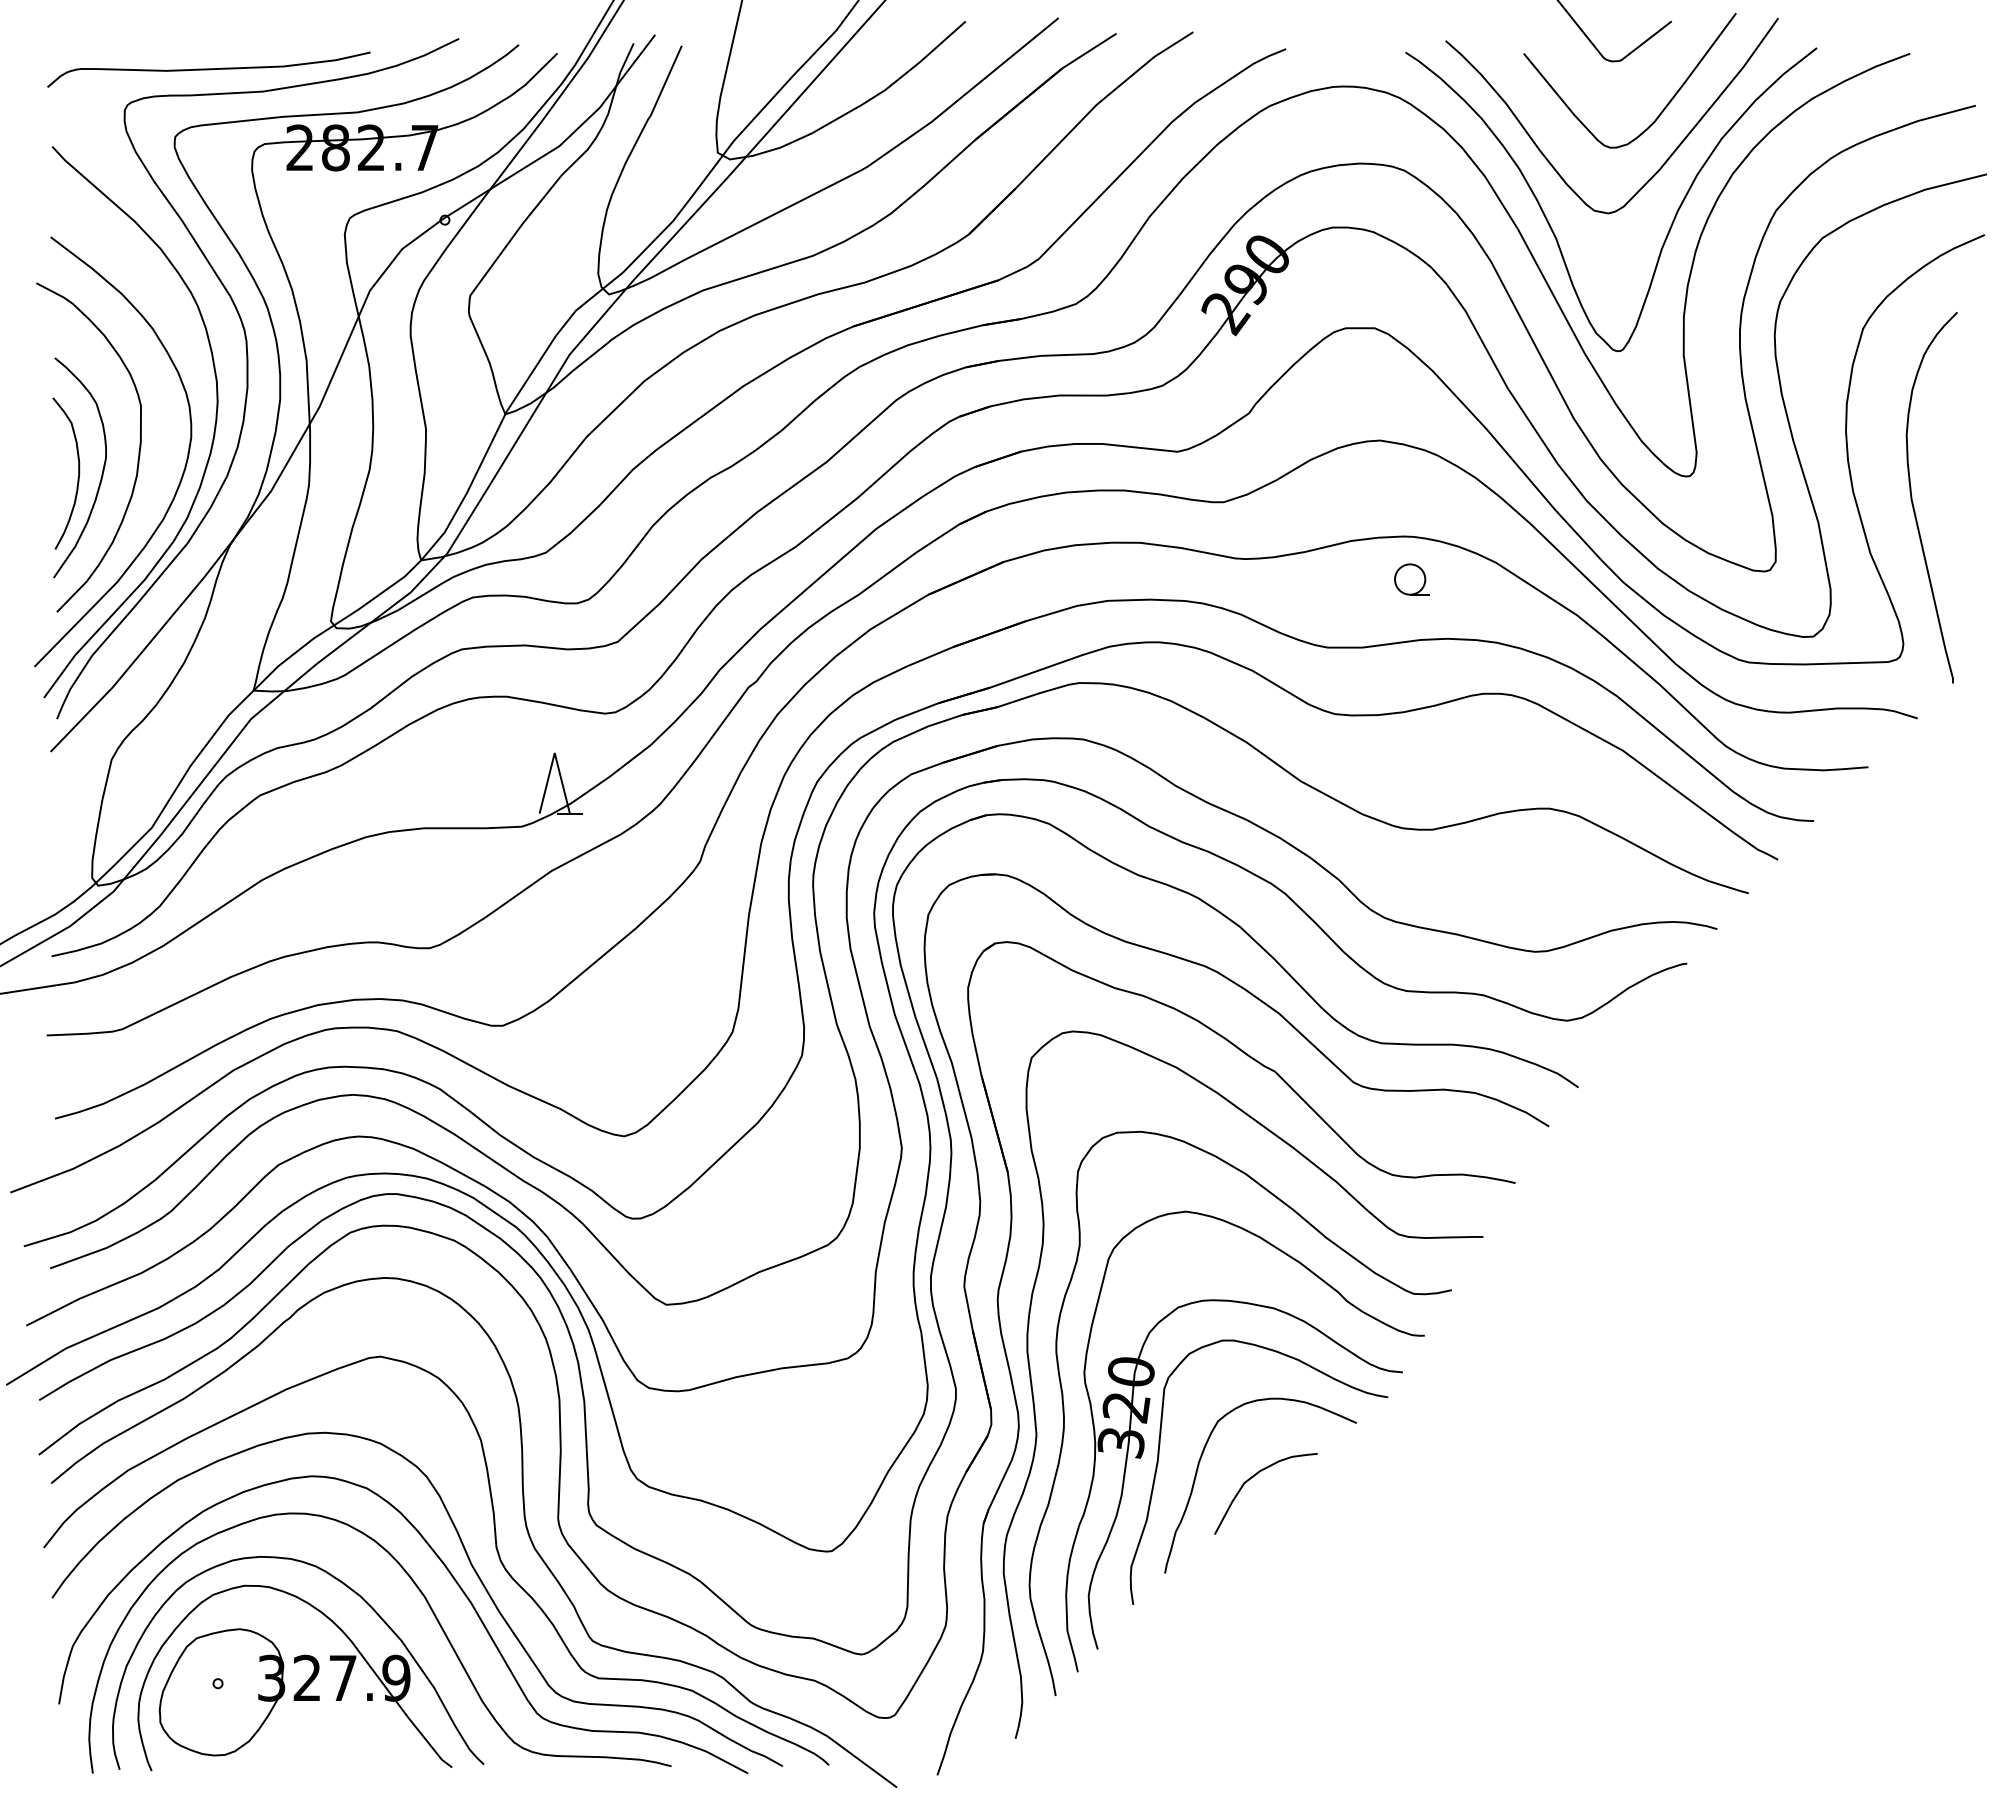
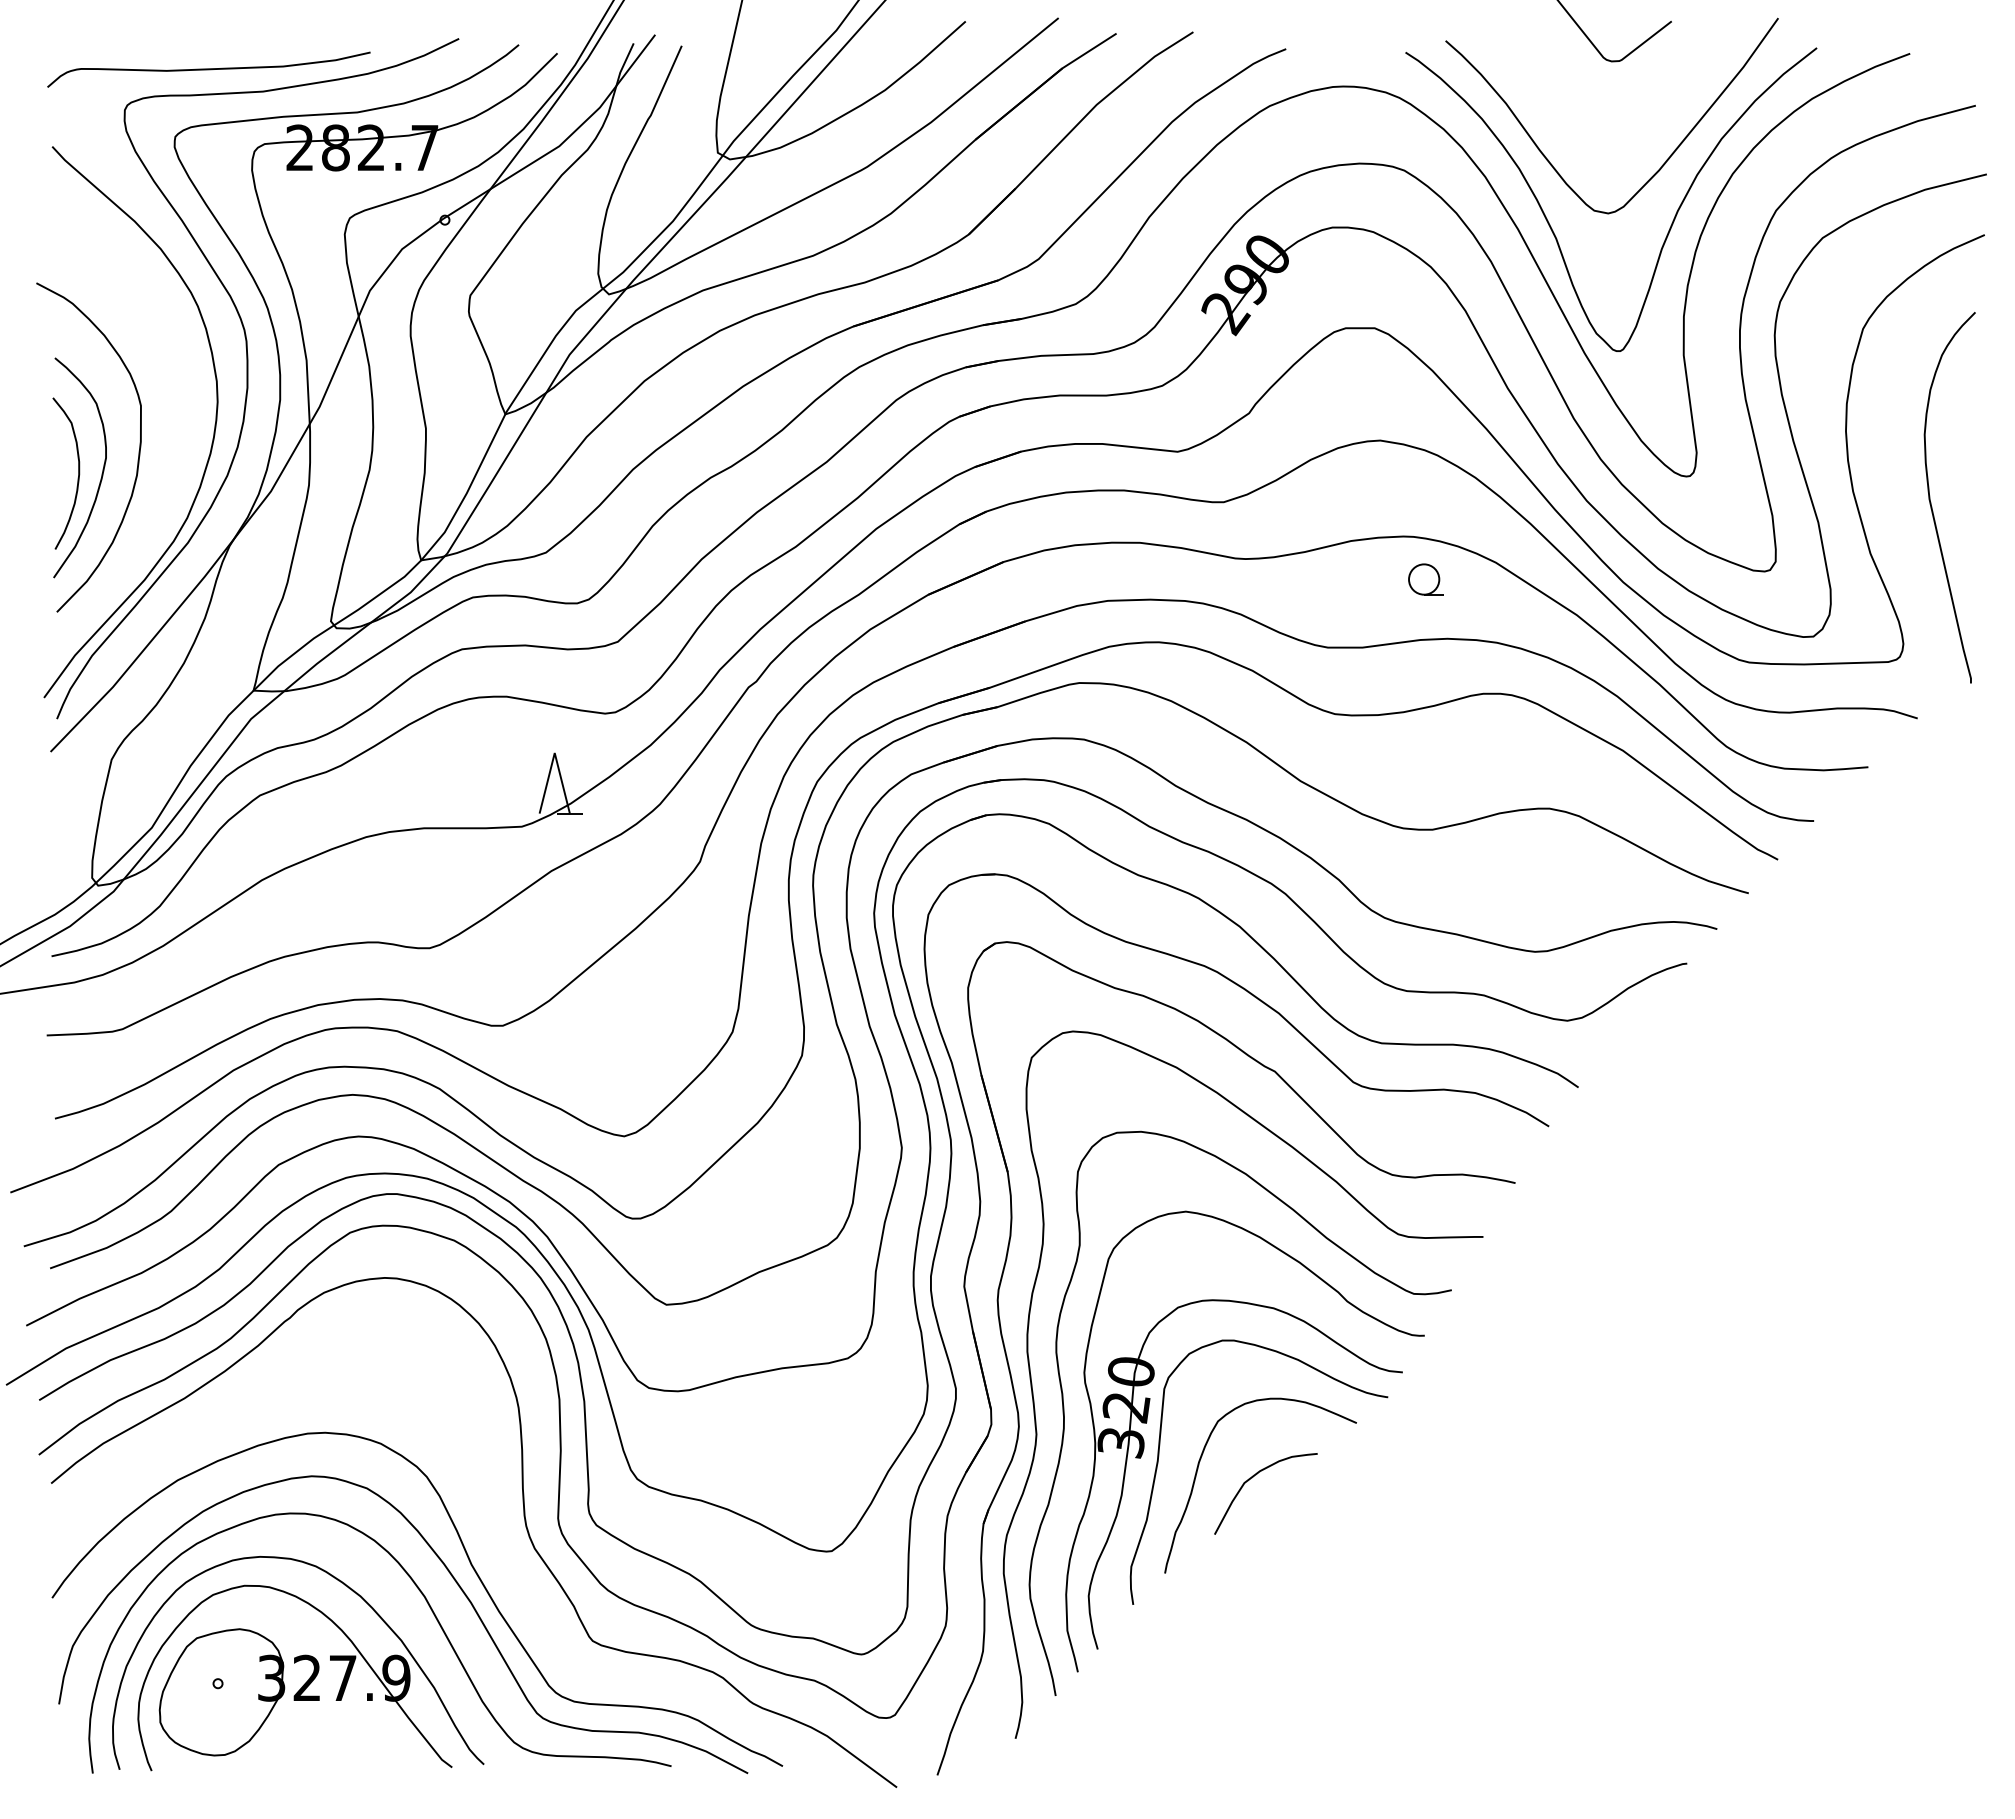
curve at (1662, 109): present -> none
curve at (181, 475): present -> none
curve at (1913, 502) position: (1913, 502) -> (1931, 502)
part at (1411, 579) position: (1411, 579) -> (1425, 579)
curve at (495, 1548): present -> none
